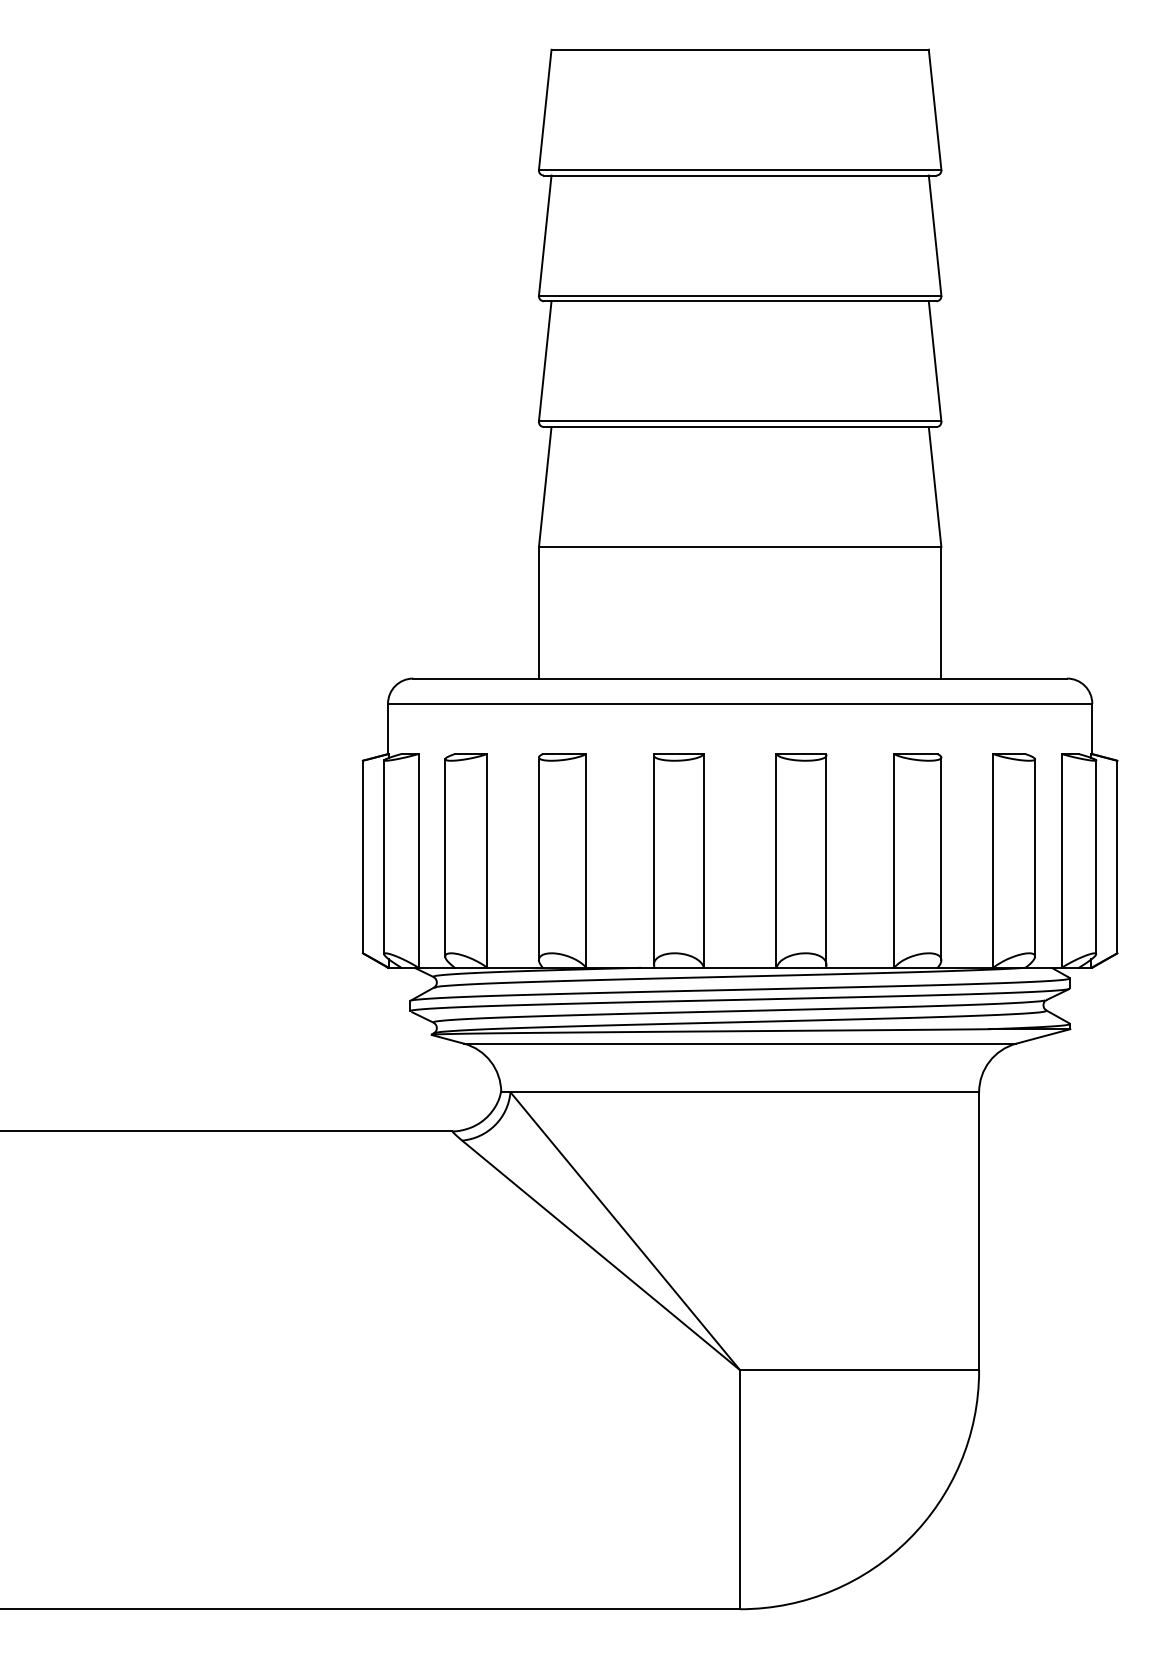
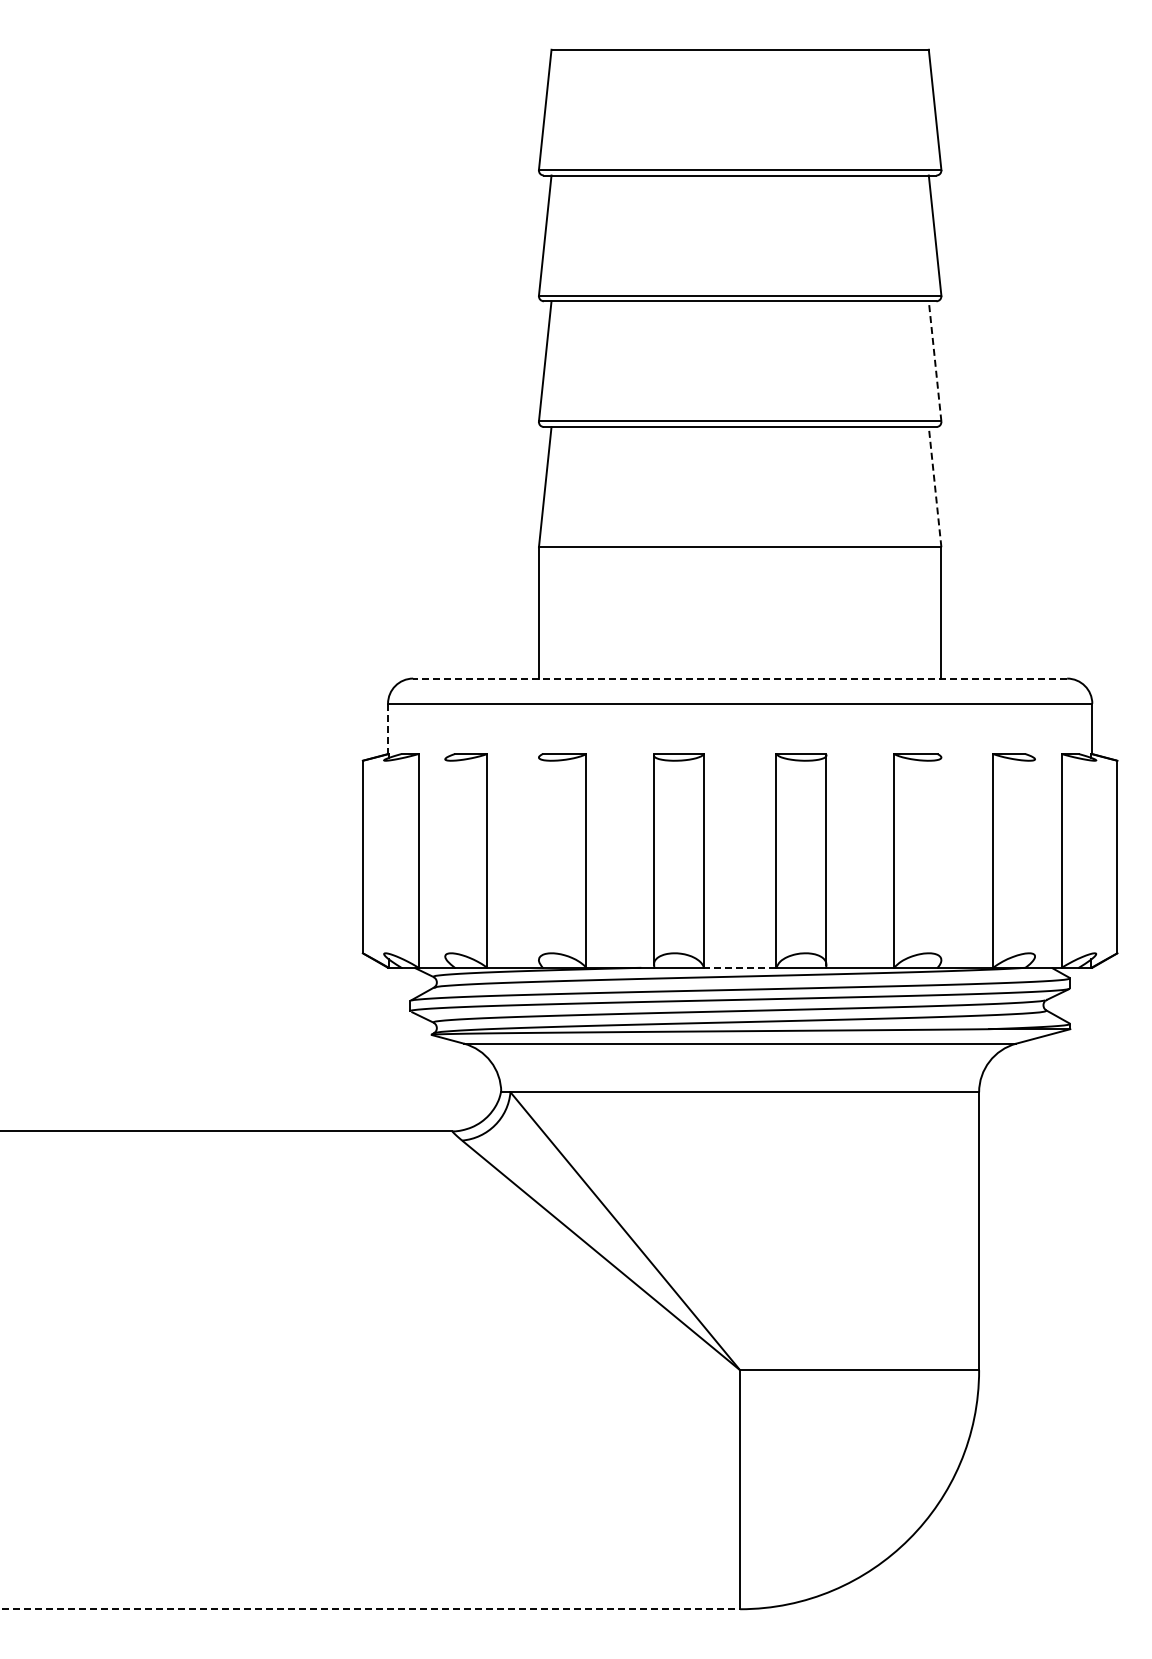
line at (935, 360): solid -> dashed
line at (935, 486): solid -> dashed
line at (740, 678): solid -> dashed
line at (388, 729): solid -> dashed
line at (384, 857): present -> none
line at (445, 857): present -> none
line at (1035, 857): present -> none
line at (1096, 857): present -> none
line at (538, 858): present -> none
line at (941, 858): present -> none
line at (739, 967): solid -> dashed
line at (370, 1609): solid -> dashed
